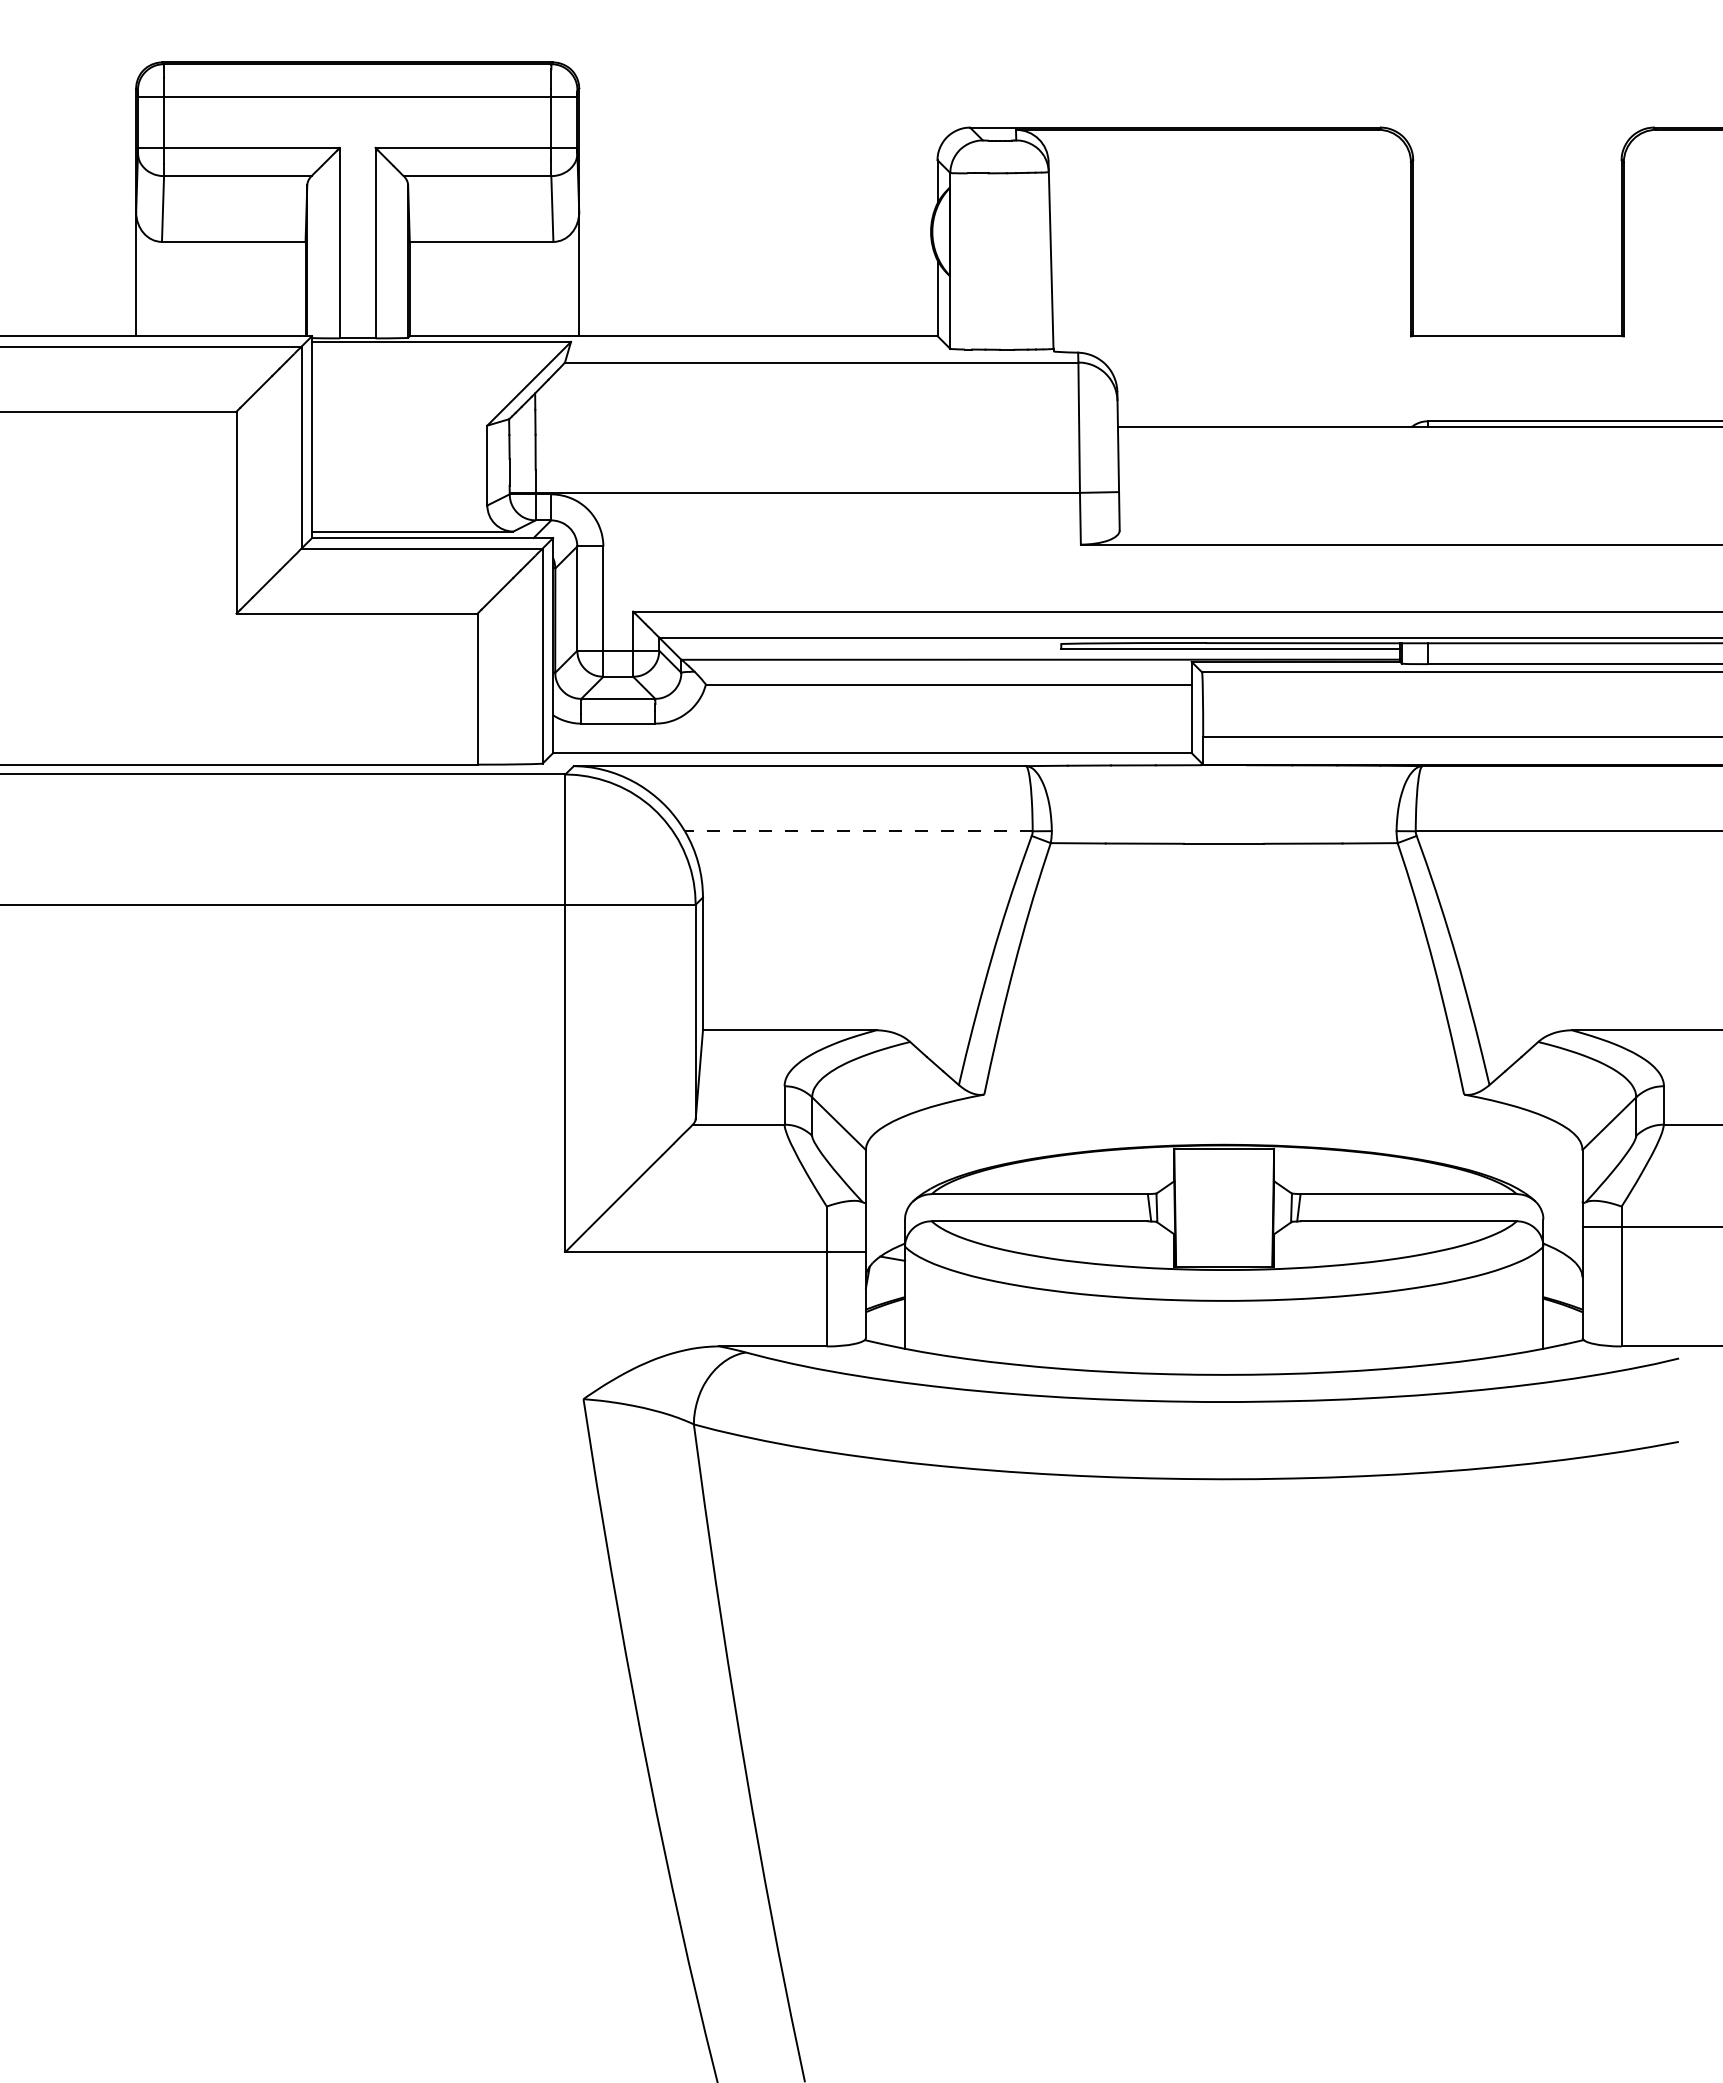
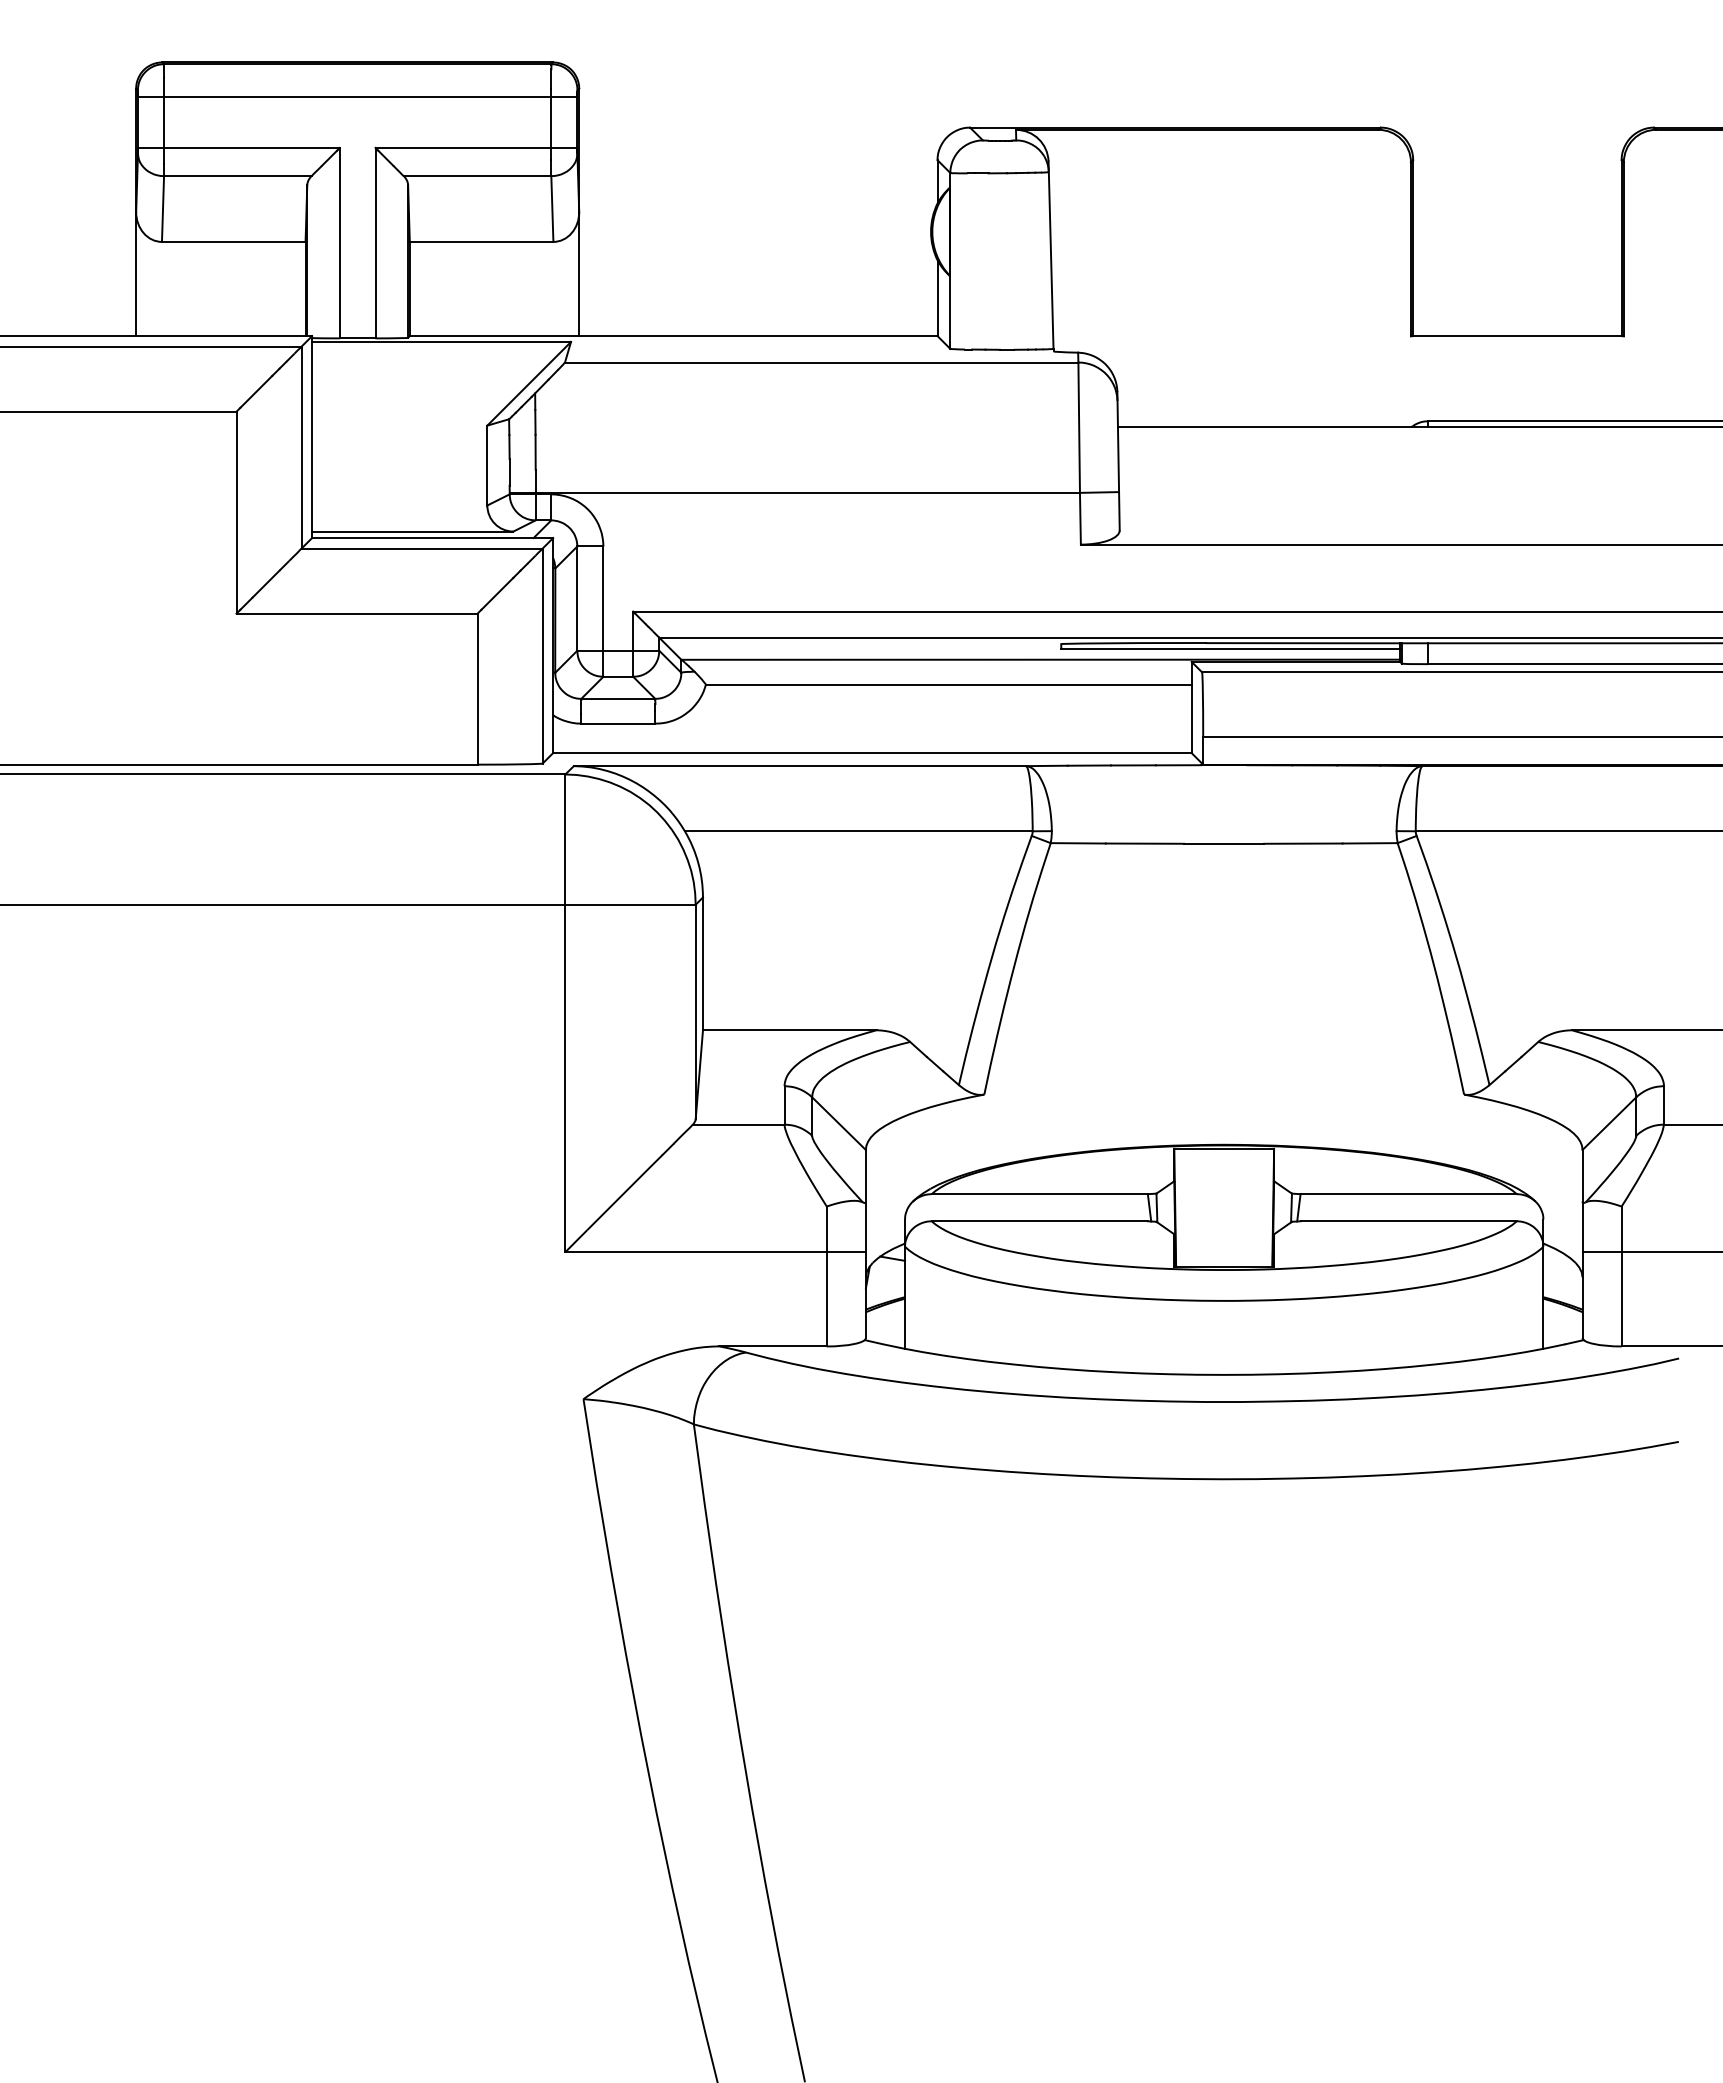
line at (858, 831): dashed -> solid
line at (1650, 1227) position: (1650, 1227) -> (1650, 1252)
